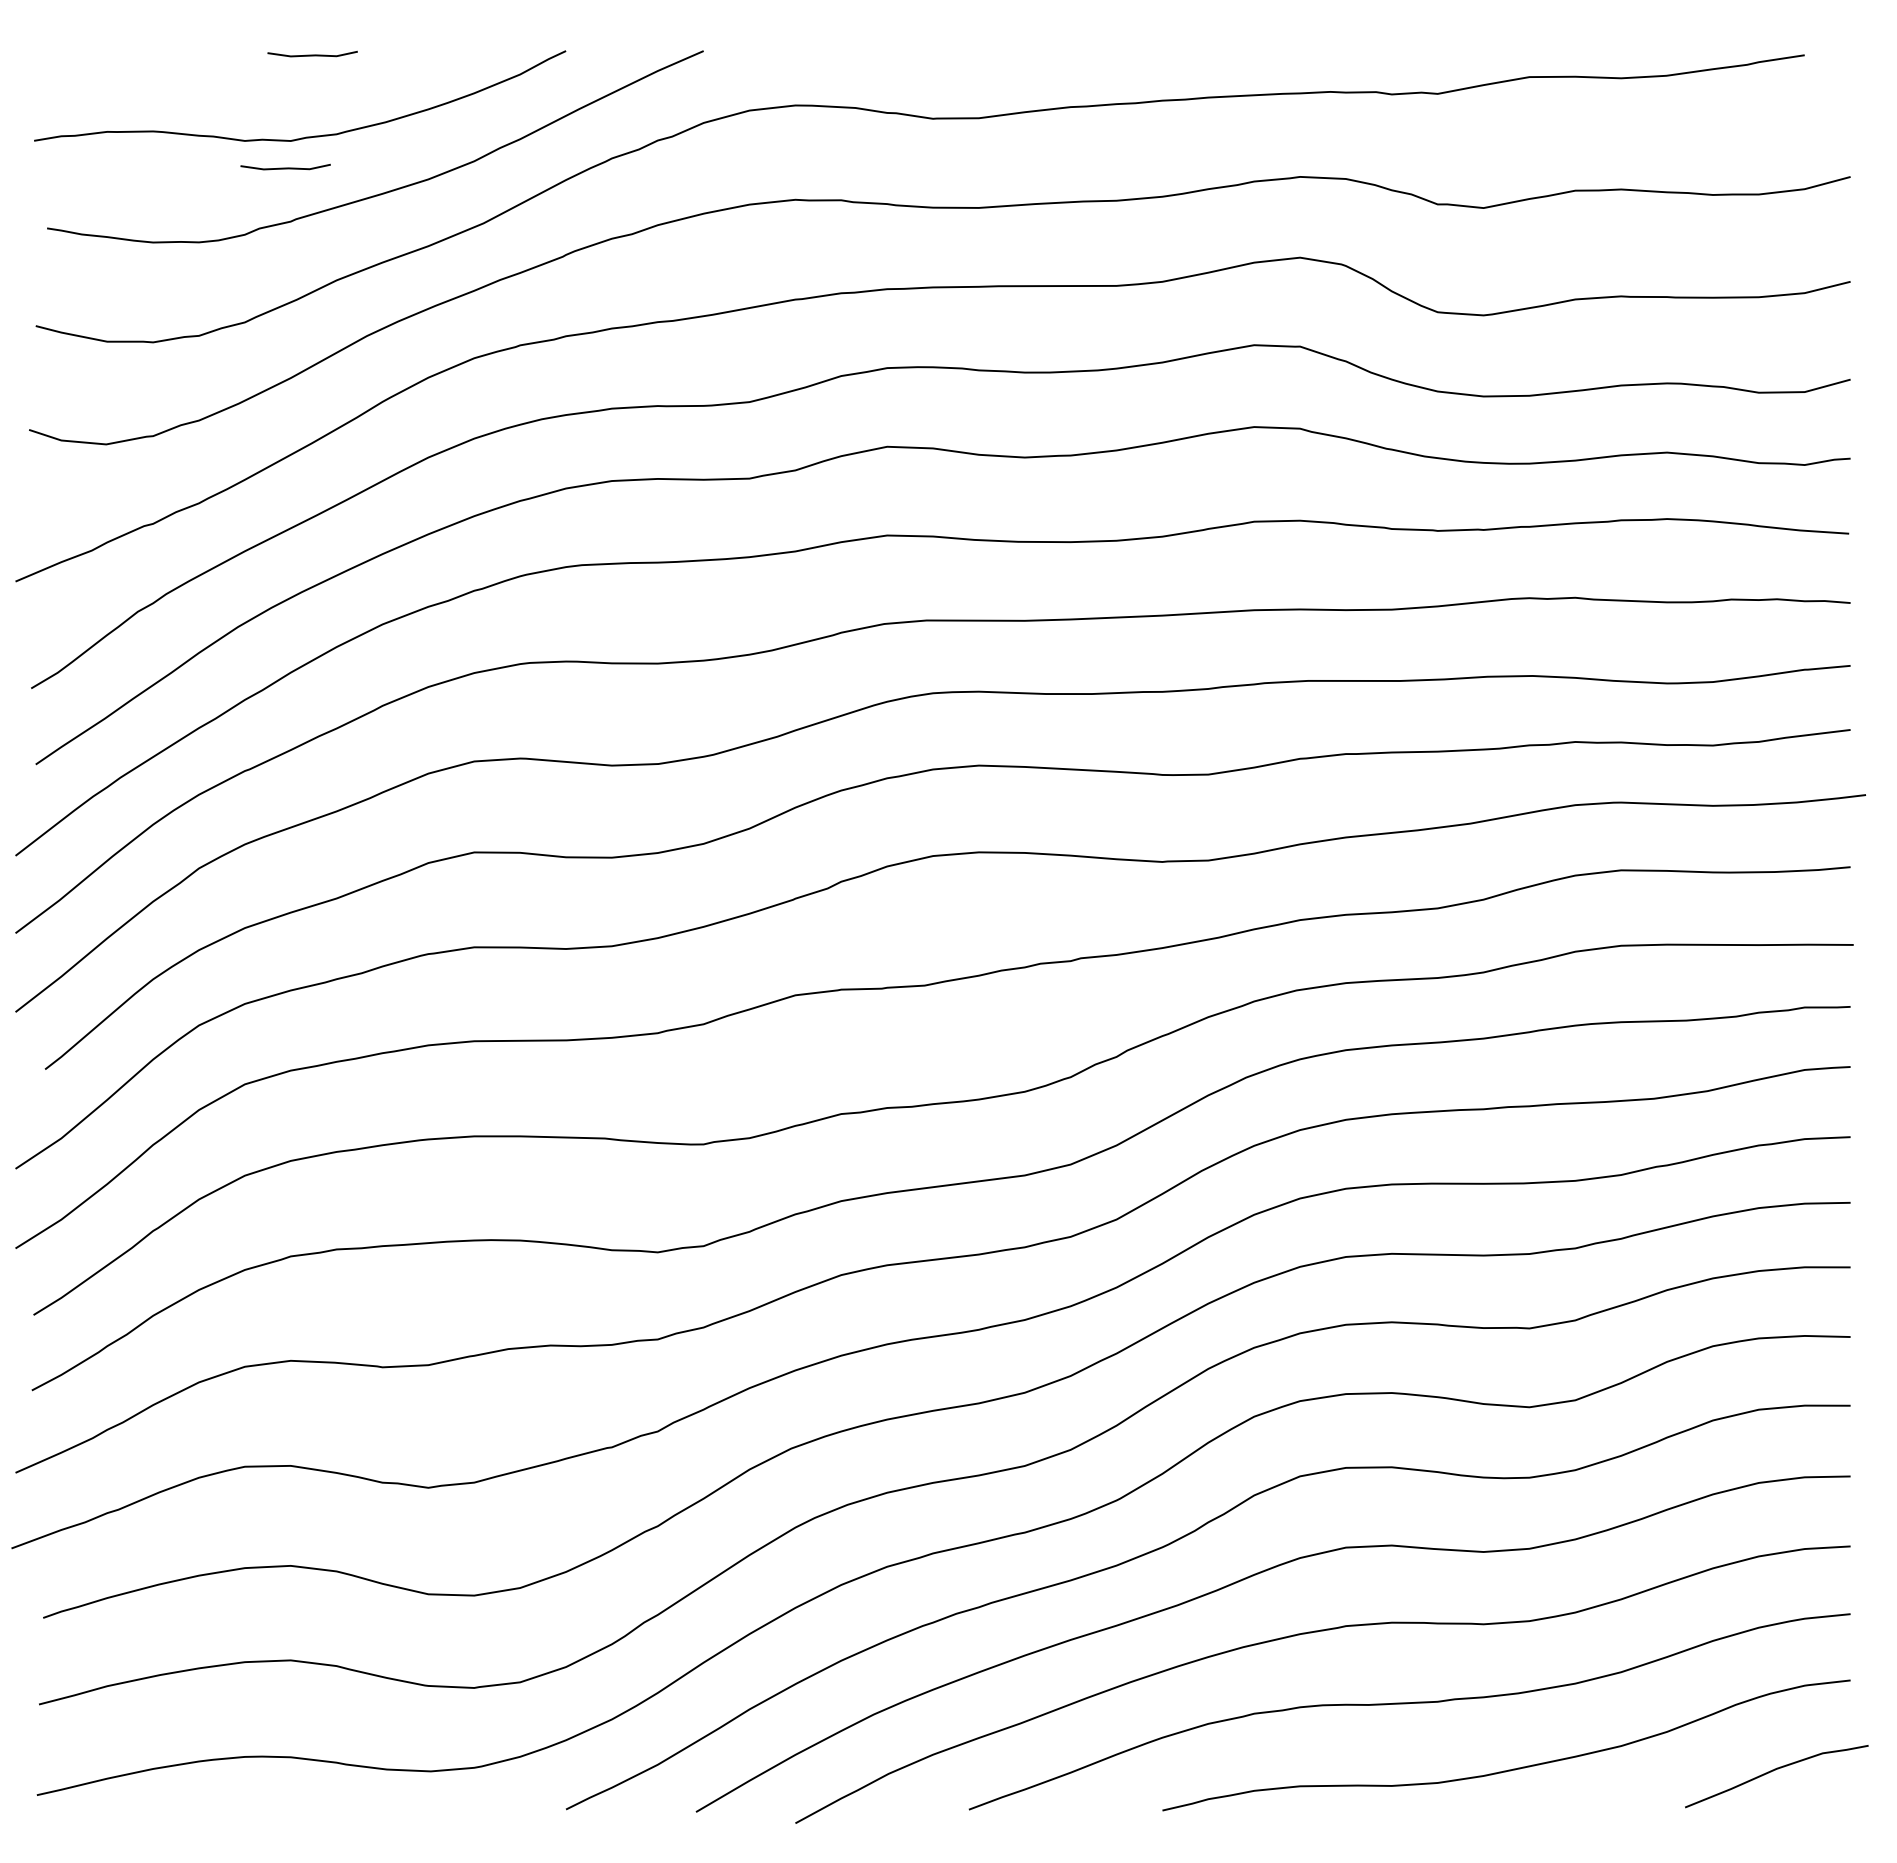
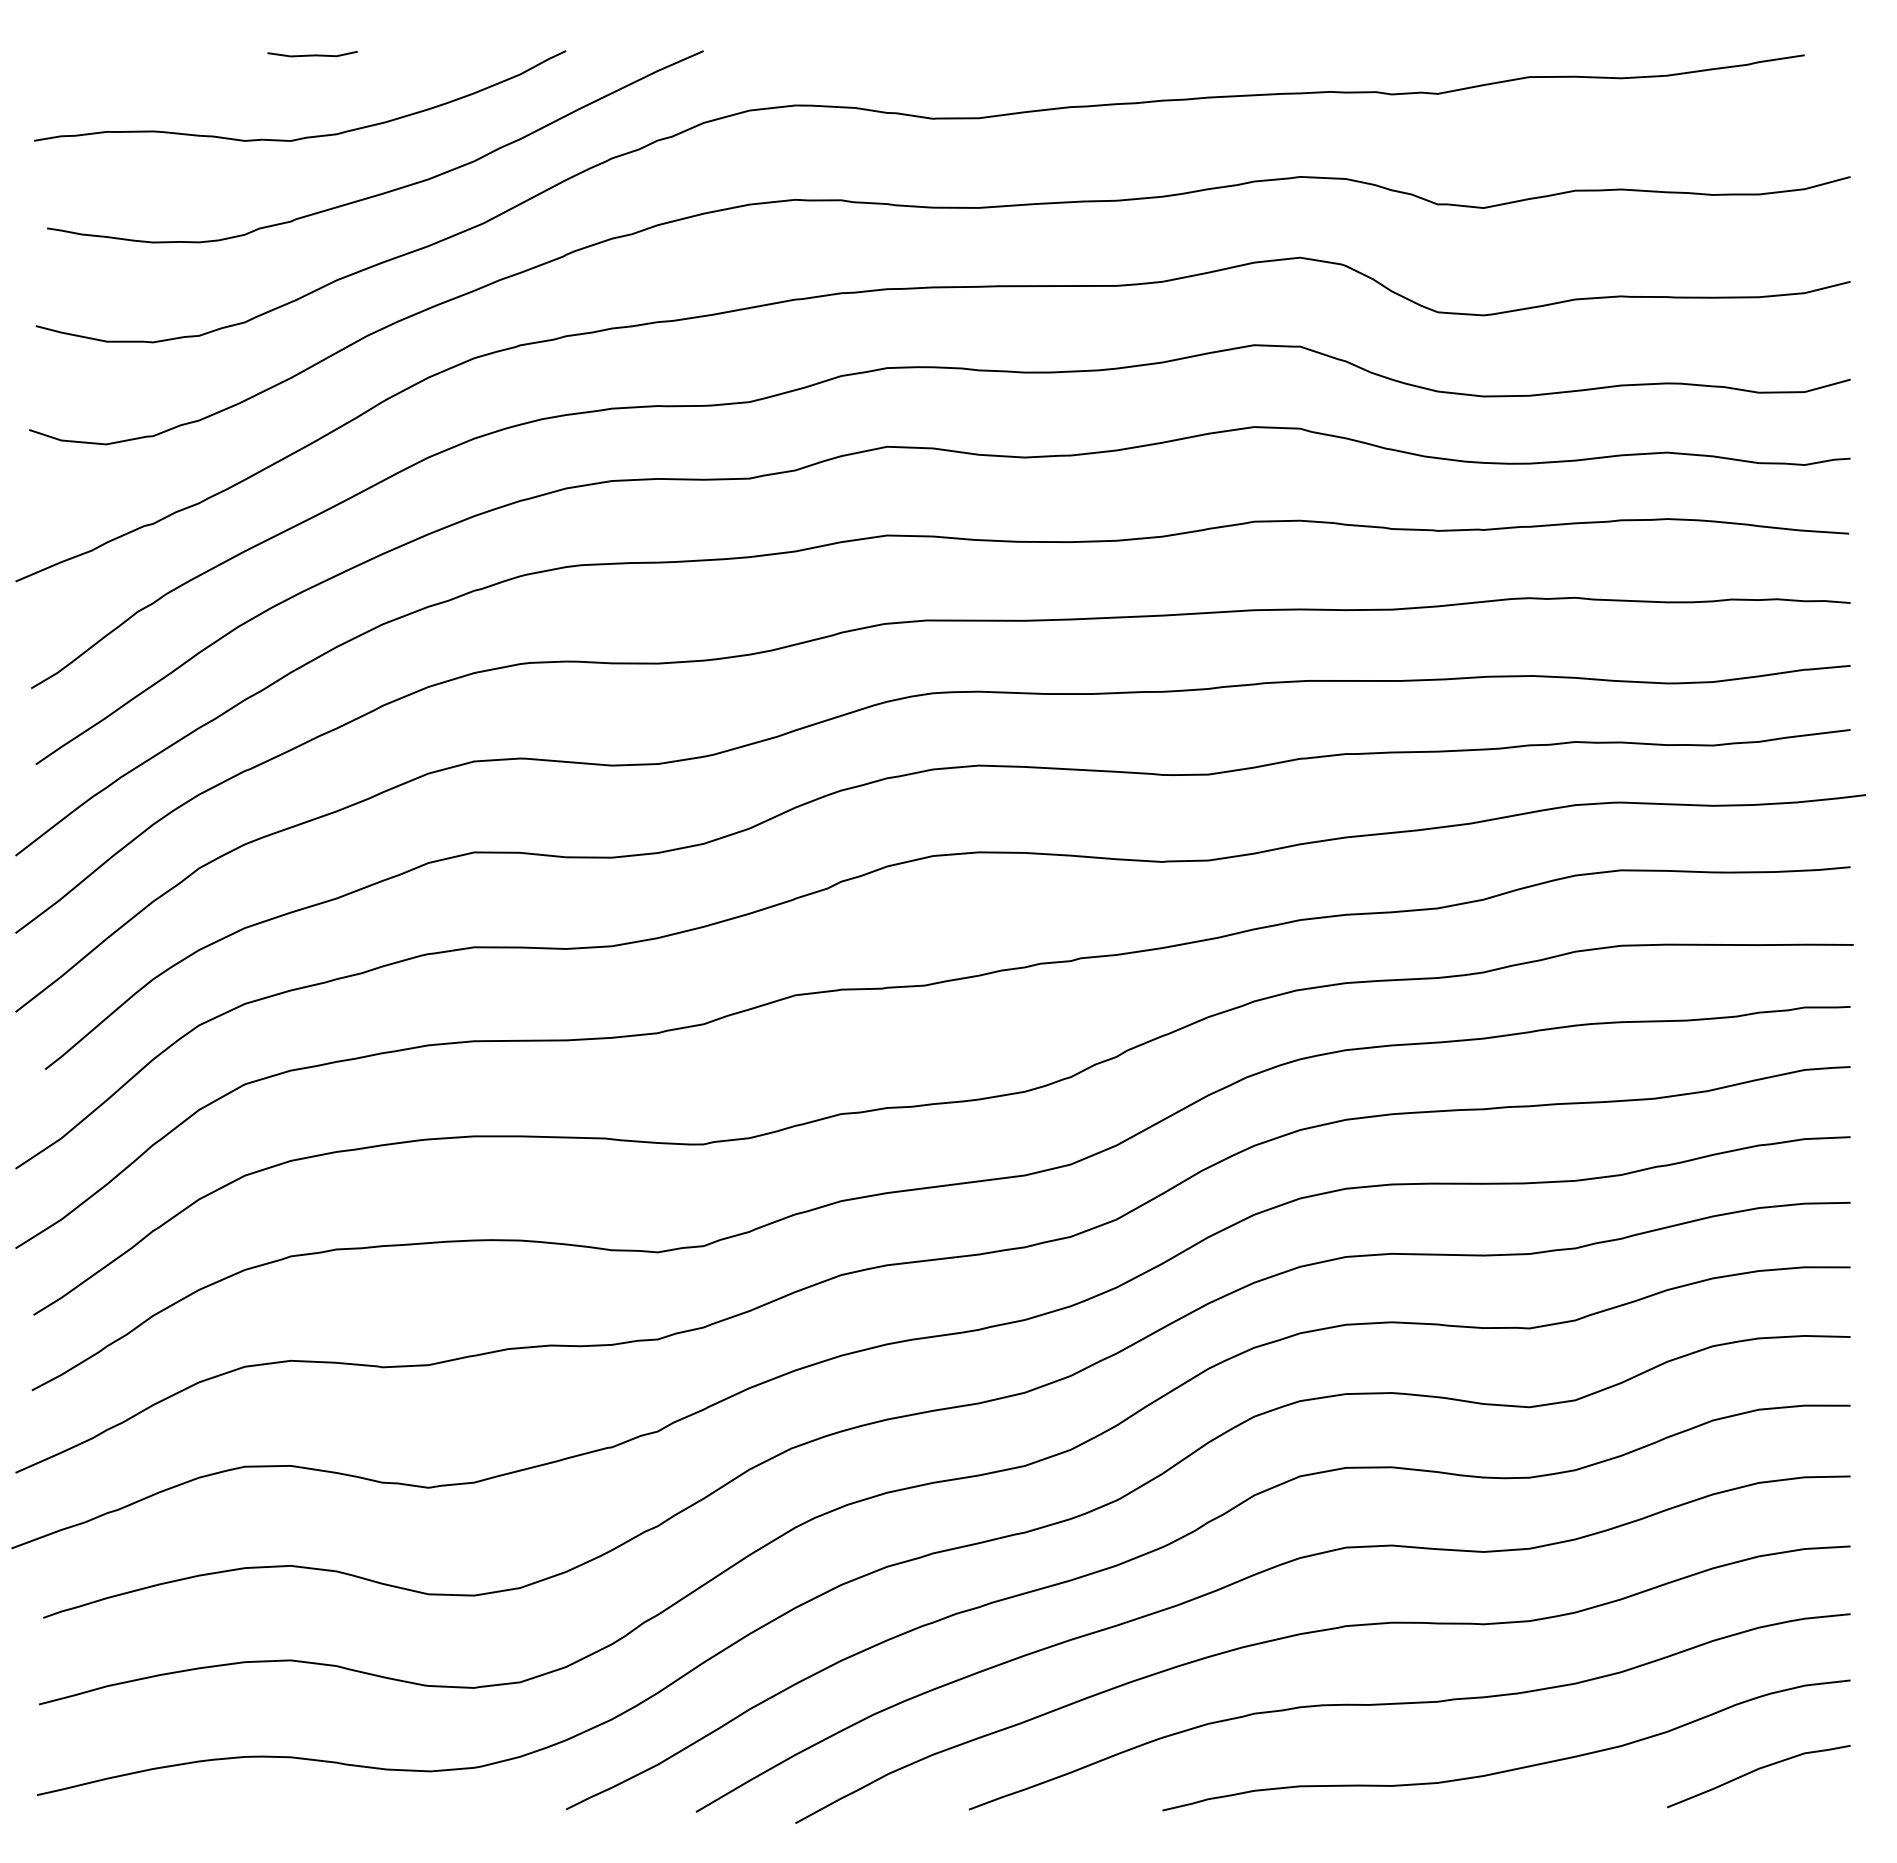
line at (285, 167): present -> none
curve at (1773, 1771) position: (1773, 1771) -> (1755, 1771)
